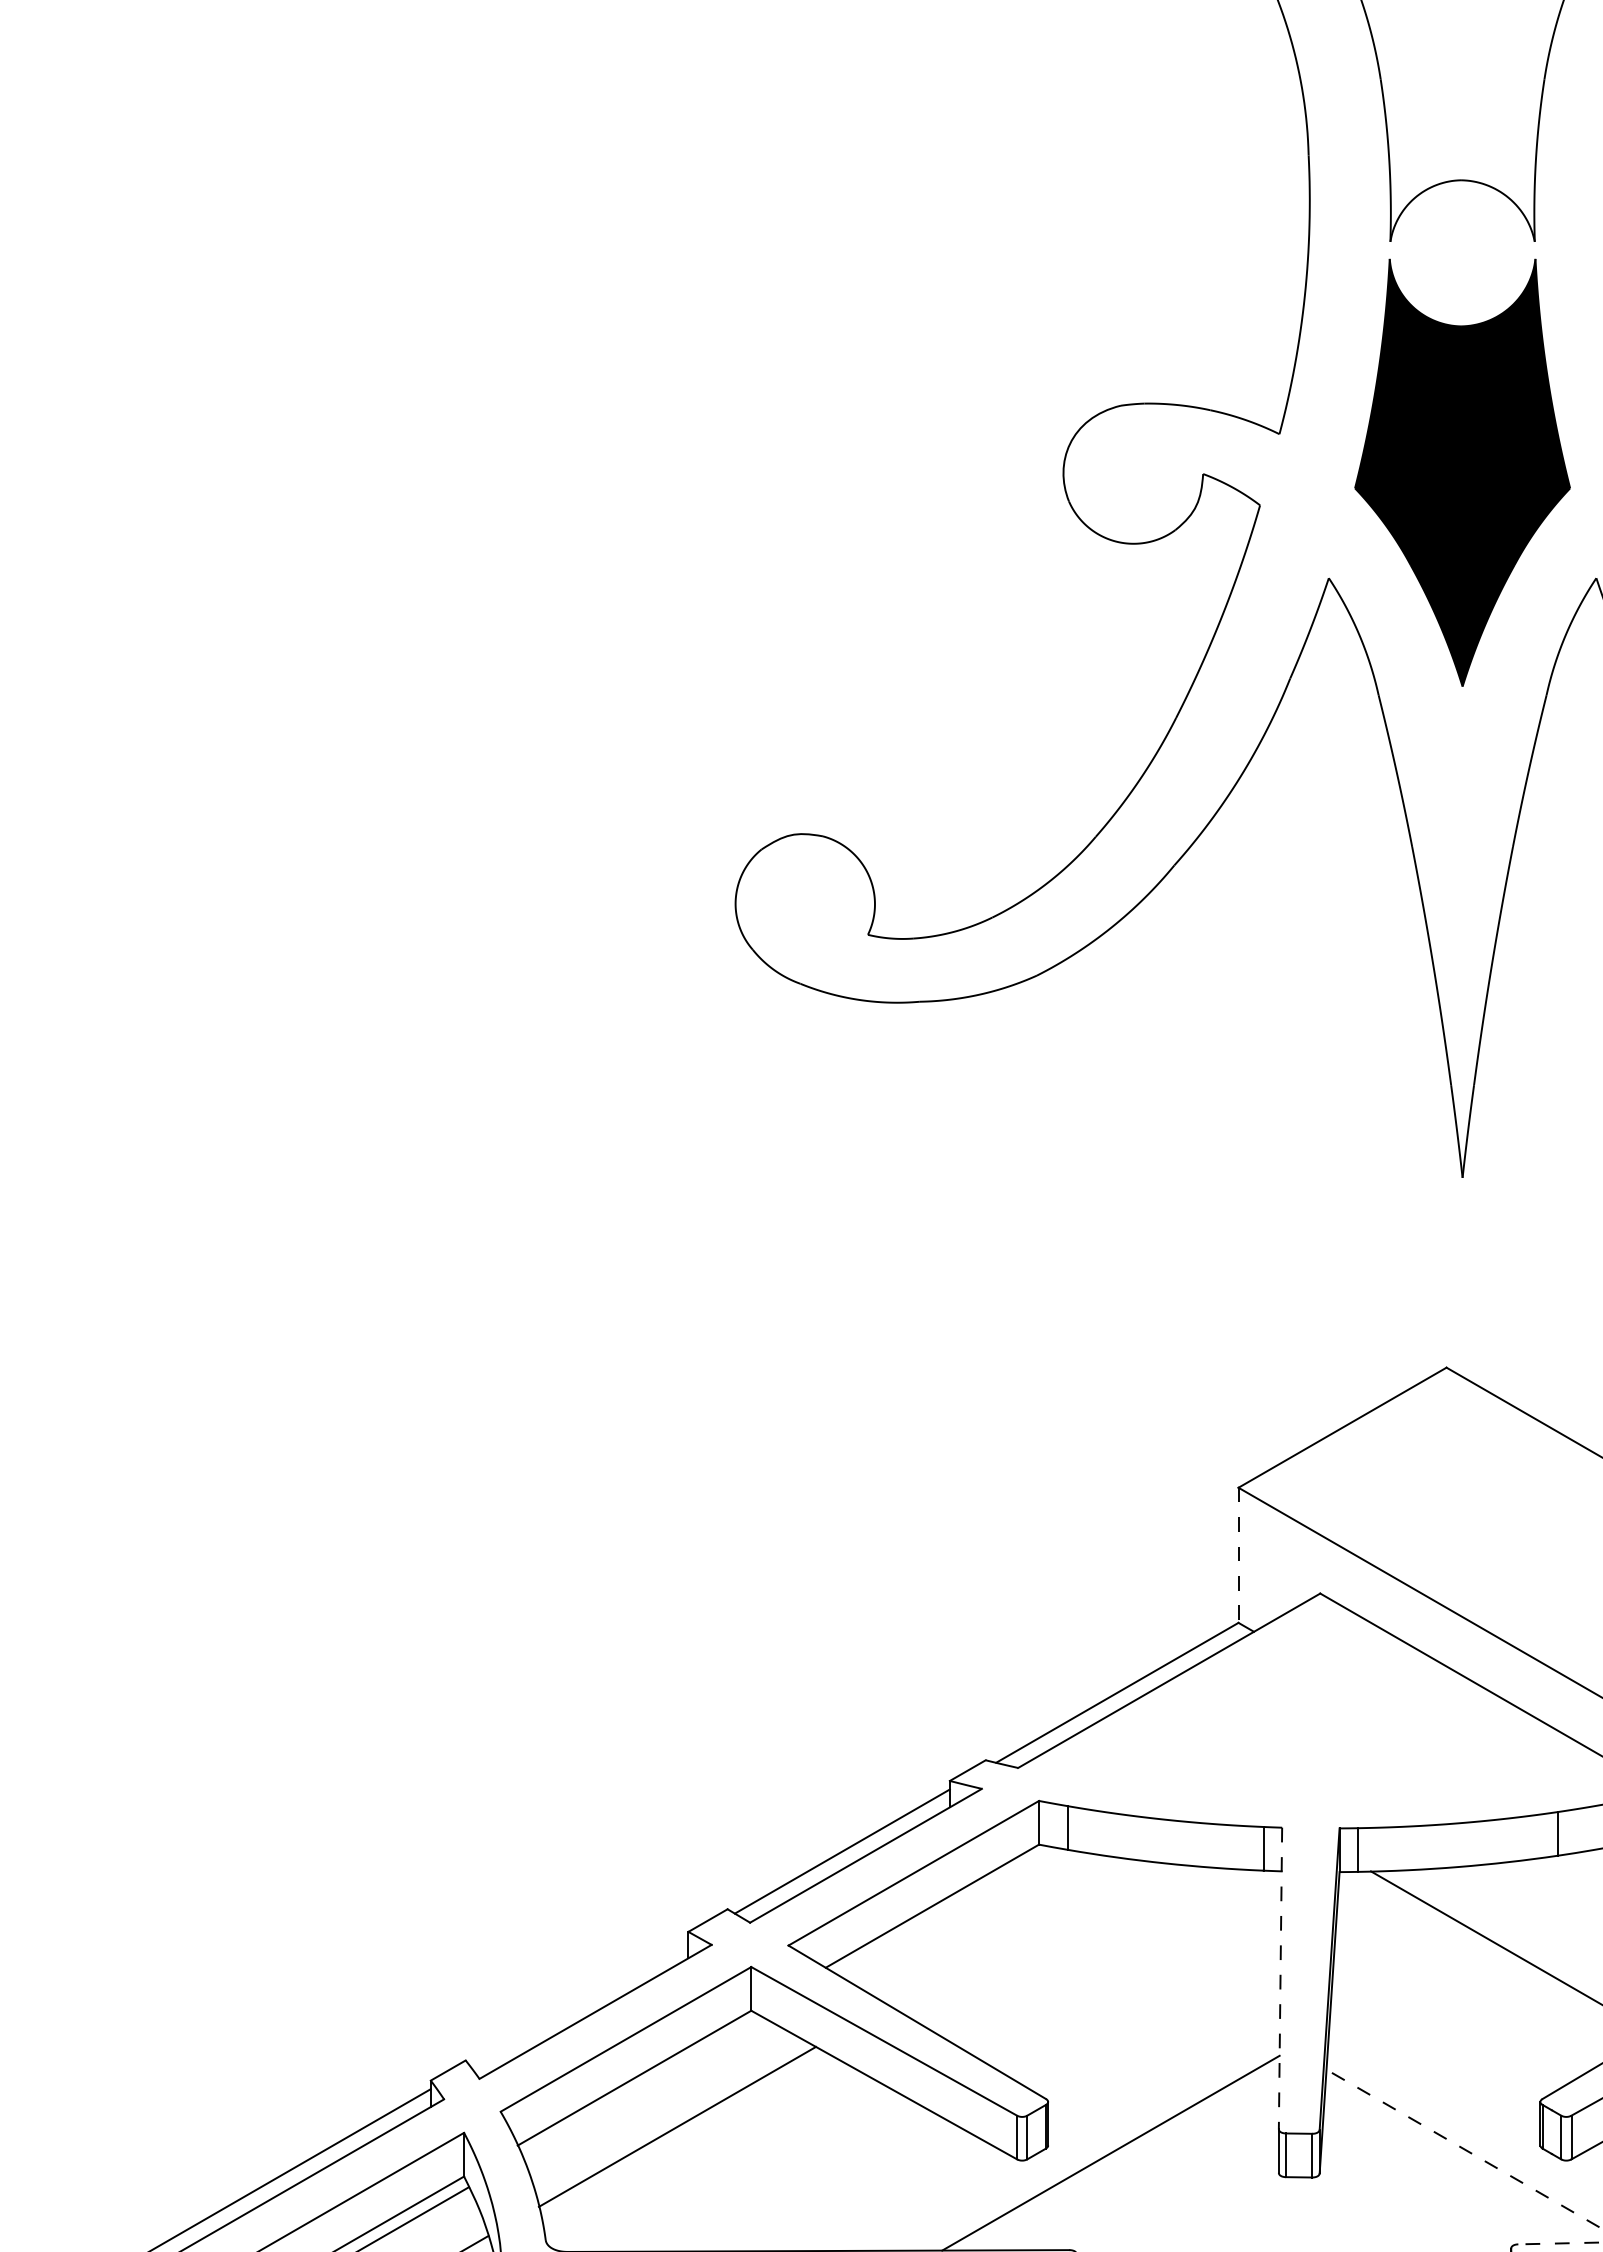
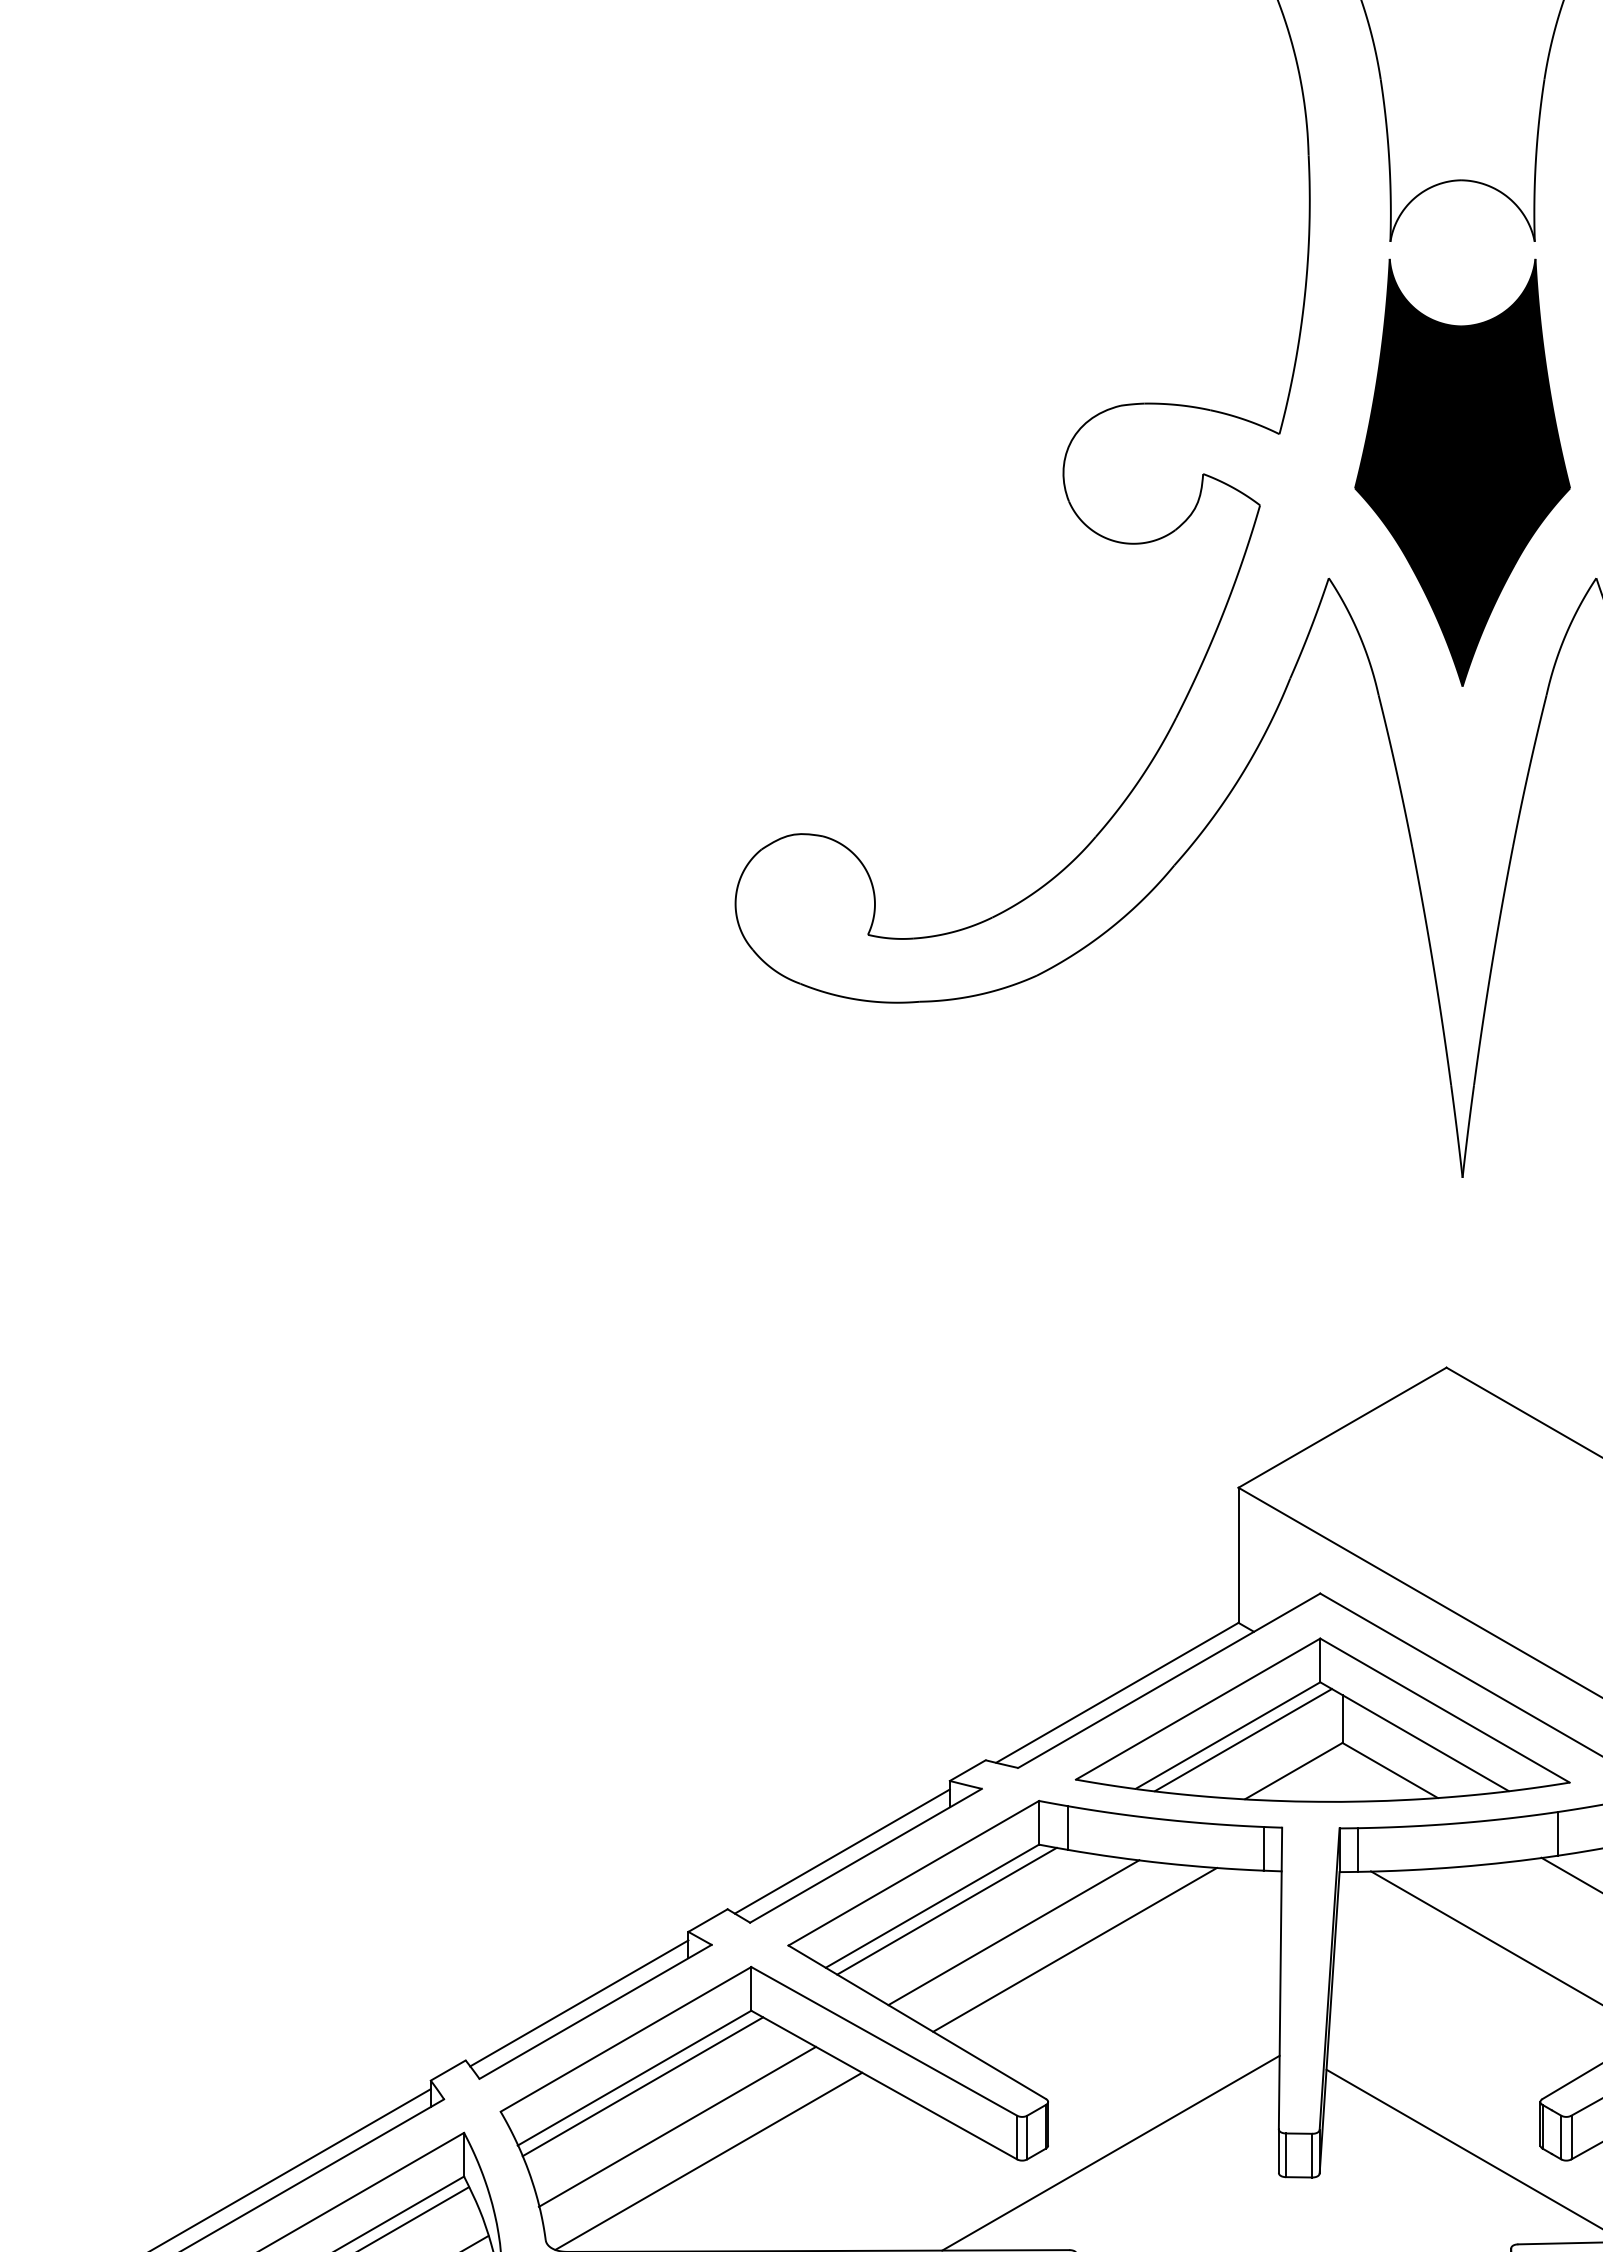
line at (1238, 1555): dashed -> solid
part at (1322, 1719): none -> present
line at (1570, 1874): none -> present
line at (946, 1910): none -> present
line at (1013, 1932): none -> present
line at (1075, 1949): none -> present
line at (1280, 1978): dashed -> solid
line at (579, 2003): none -> present
line at (642, 2086): none -> present
line at (1464, 2149): dashed -> solid
line at (709, 2160): none -> present
line at (1560, 2243): dashed -> solid
